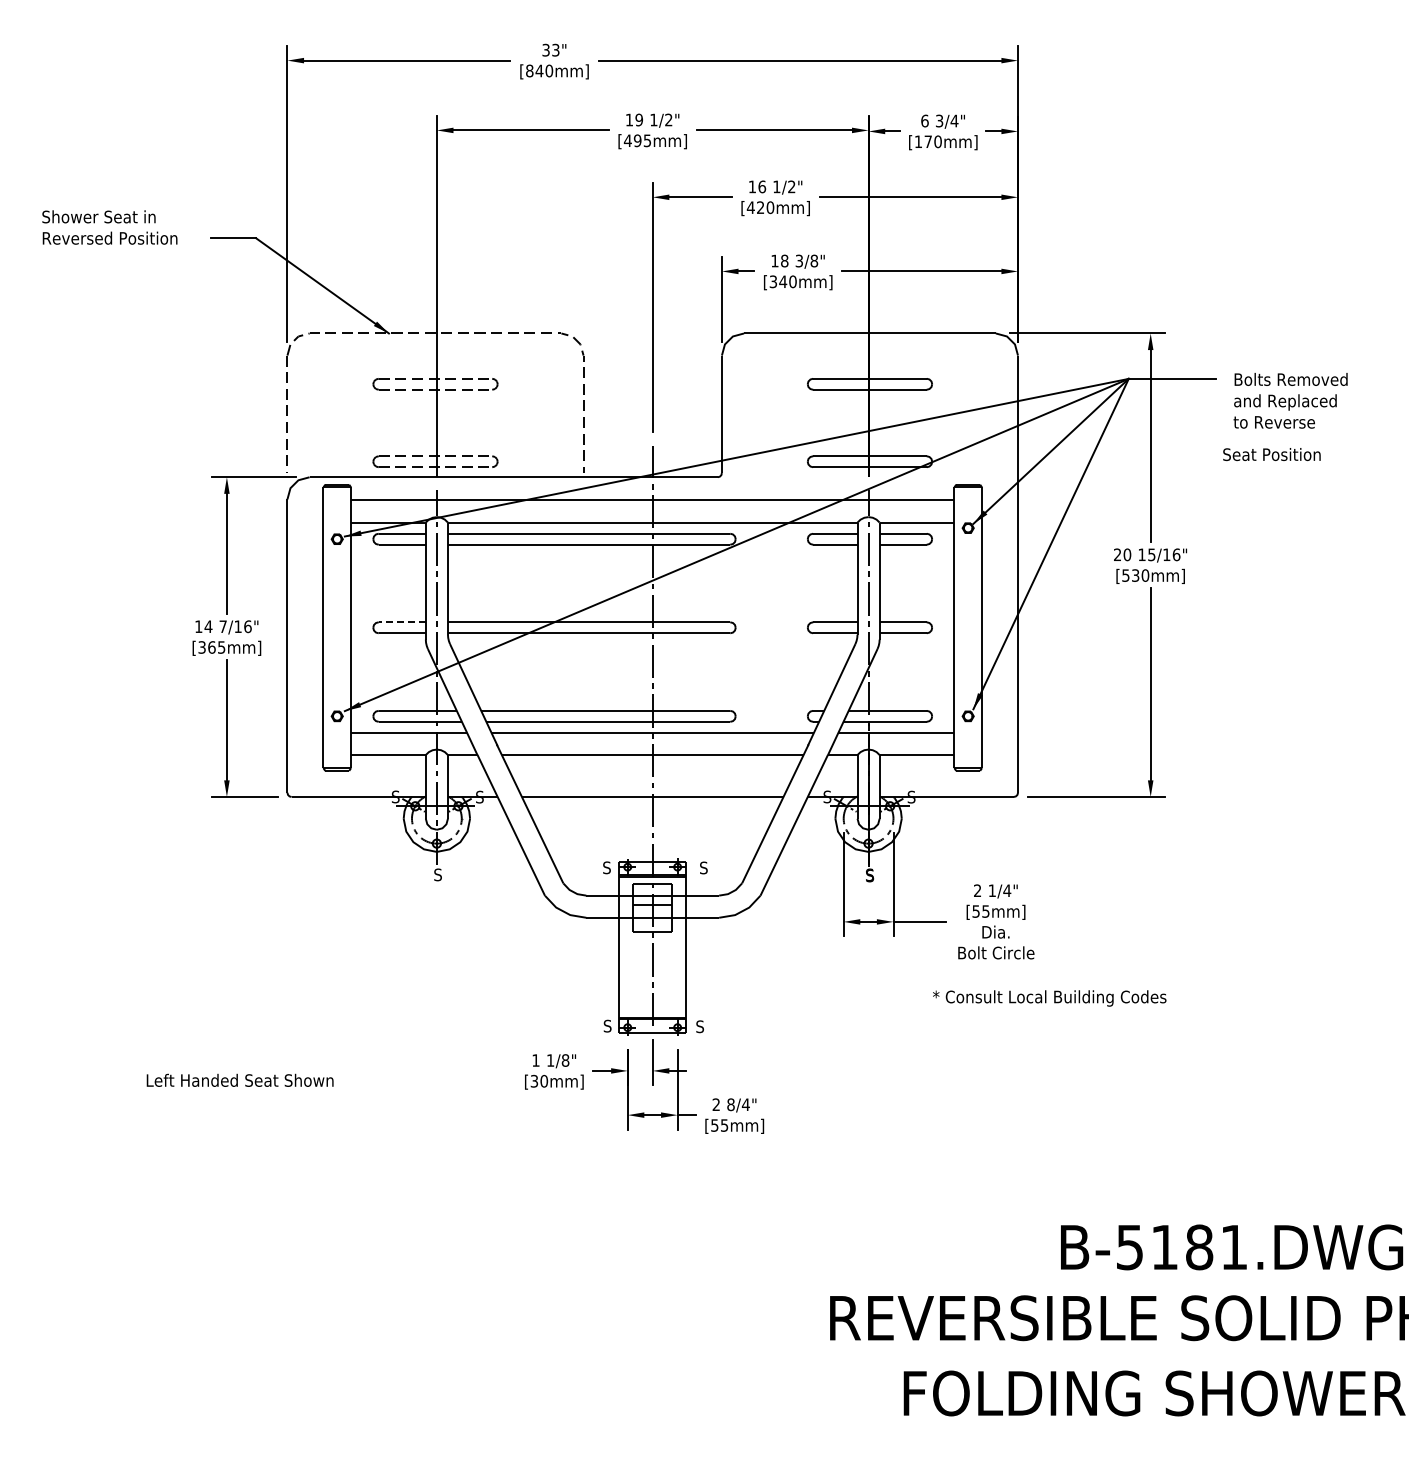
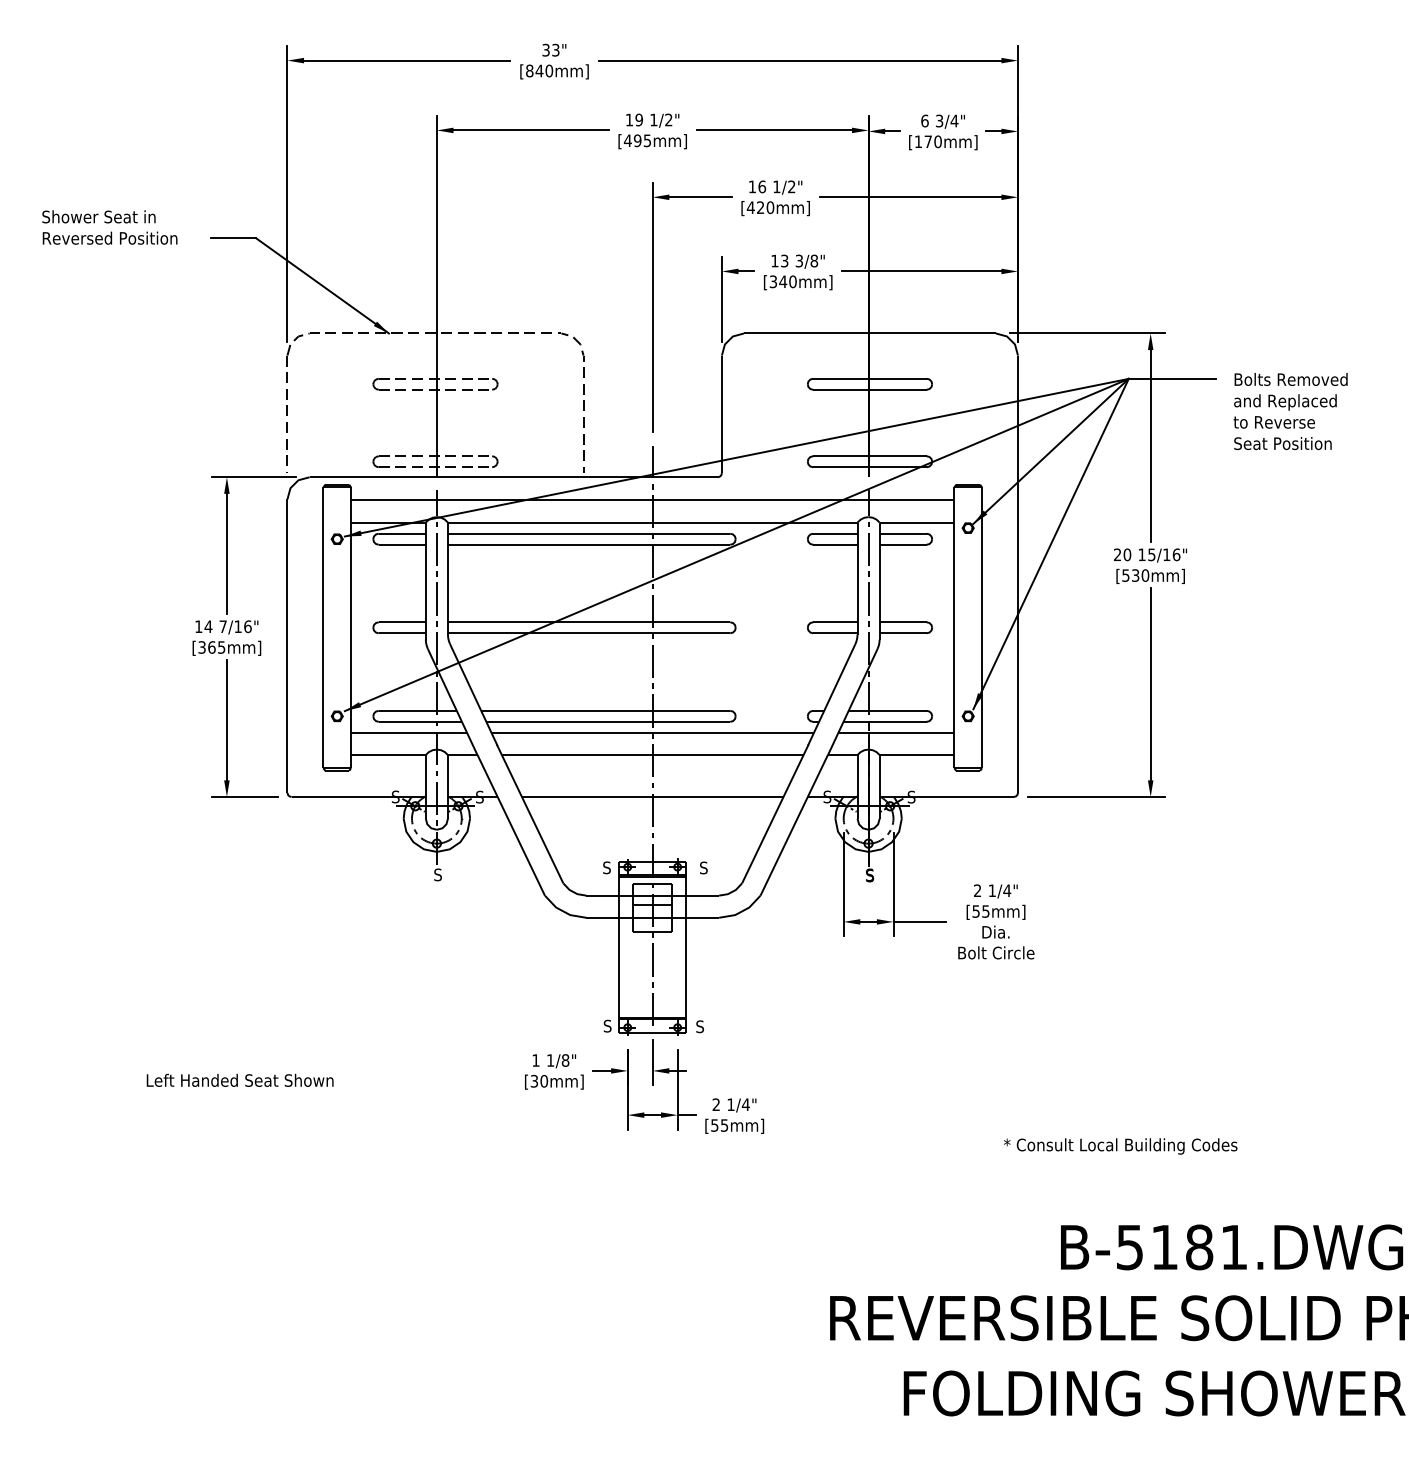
text at (784, 260): 18 -> 13
text at (1271, 454) position: (1271, 454) -> (1282, 443)
line at (402, 622): dashed -> solid
text at (1049, 998) position: (1049, 998) -> (1120, 1146)
text at (730, 1104): 8/4" -> 1/4"
